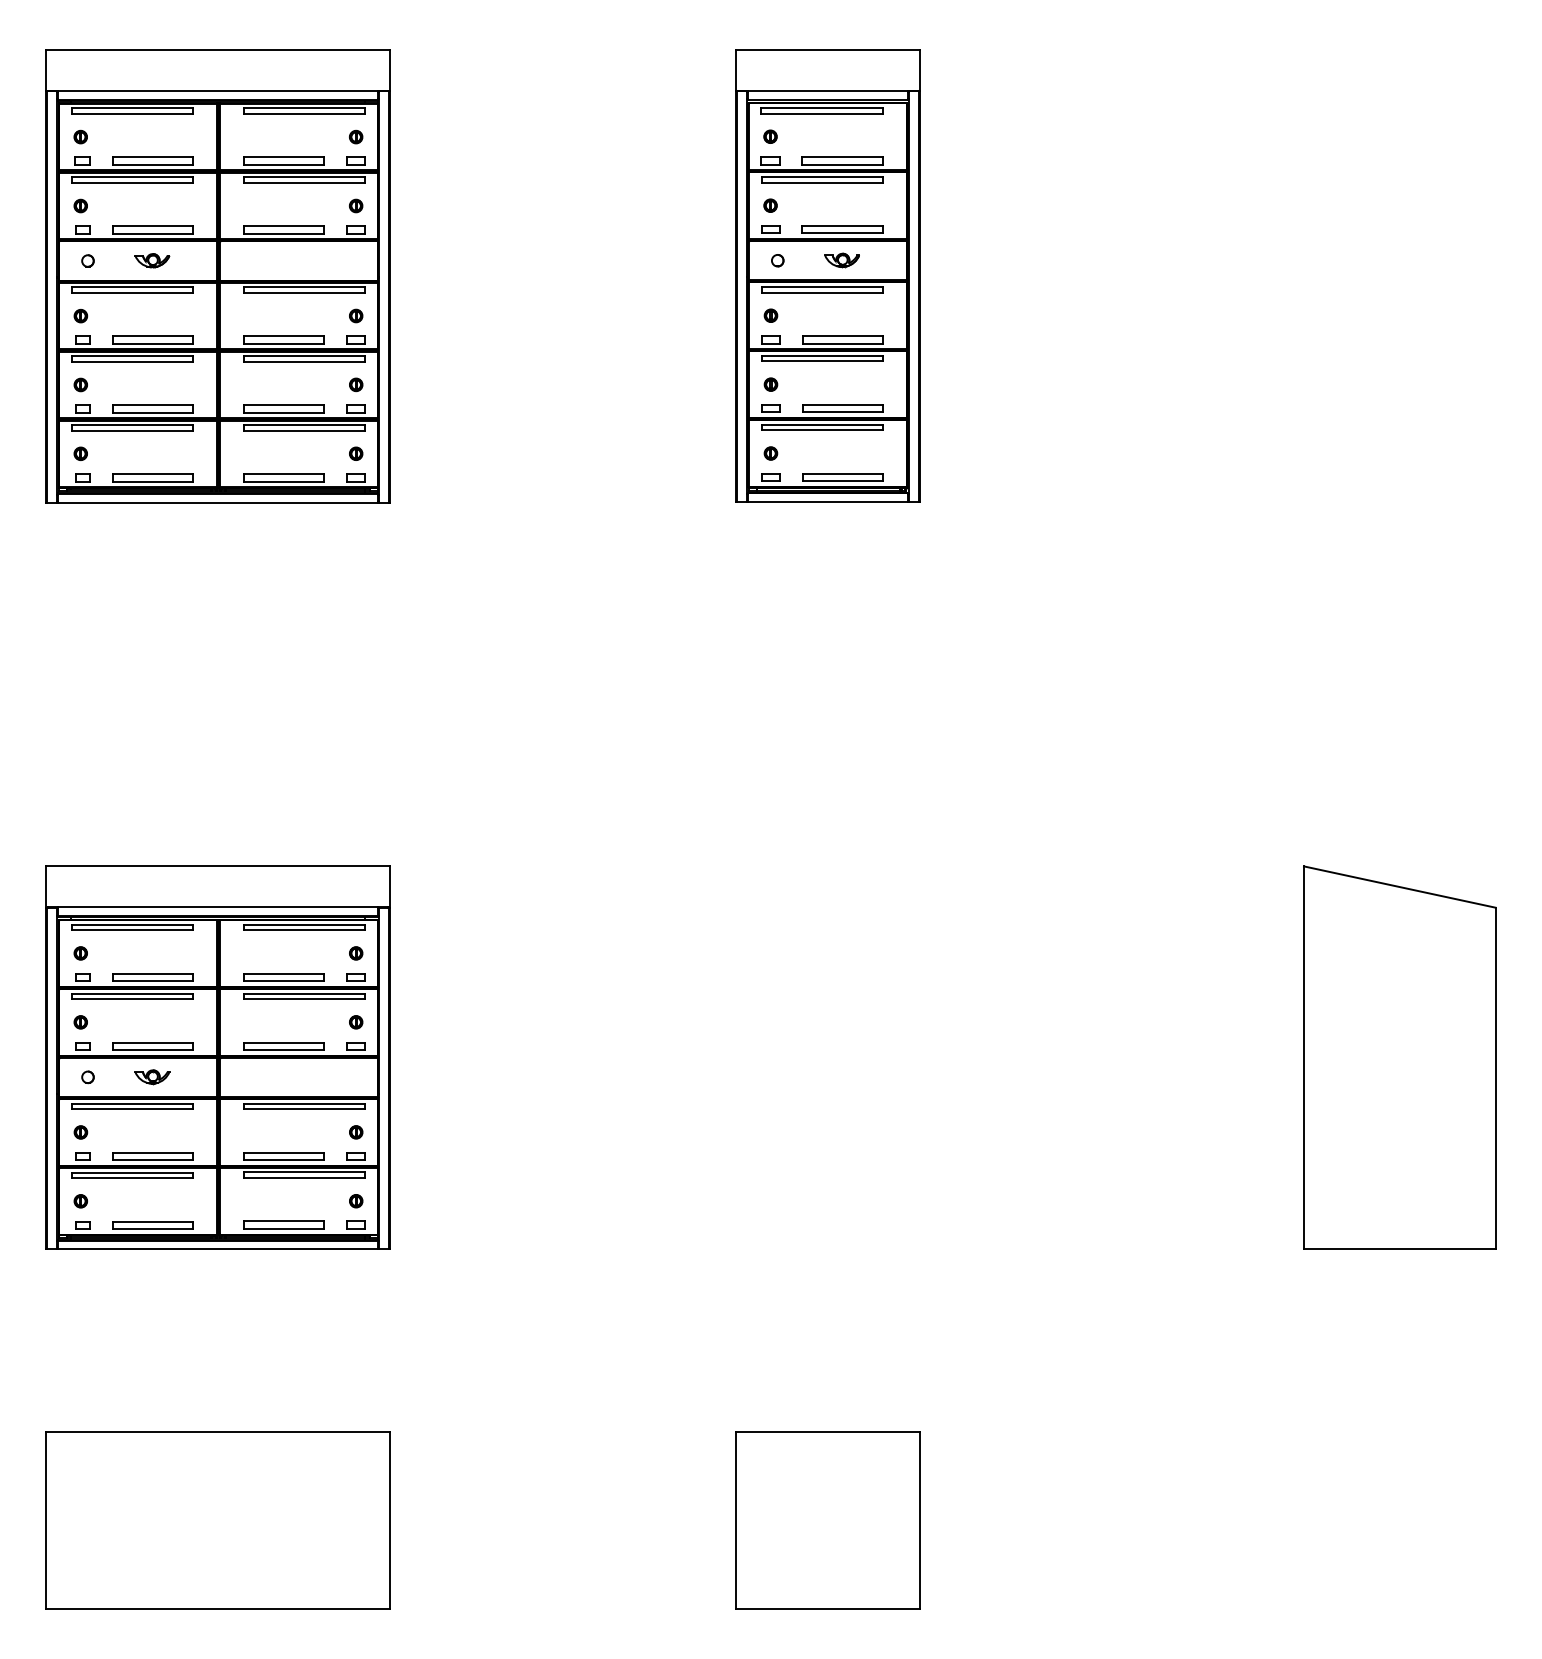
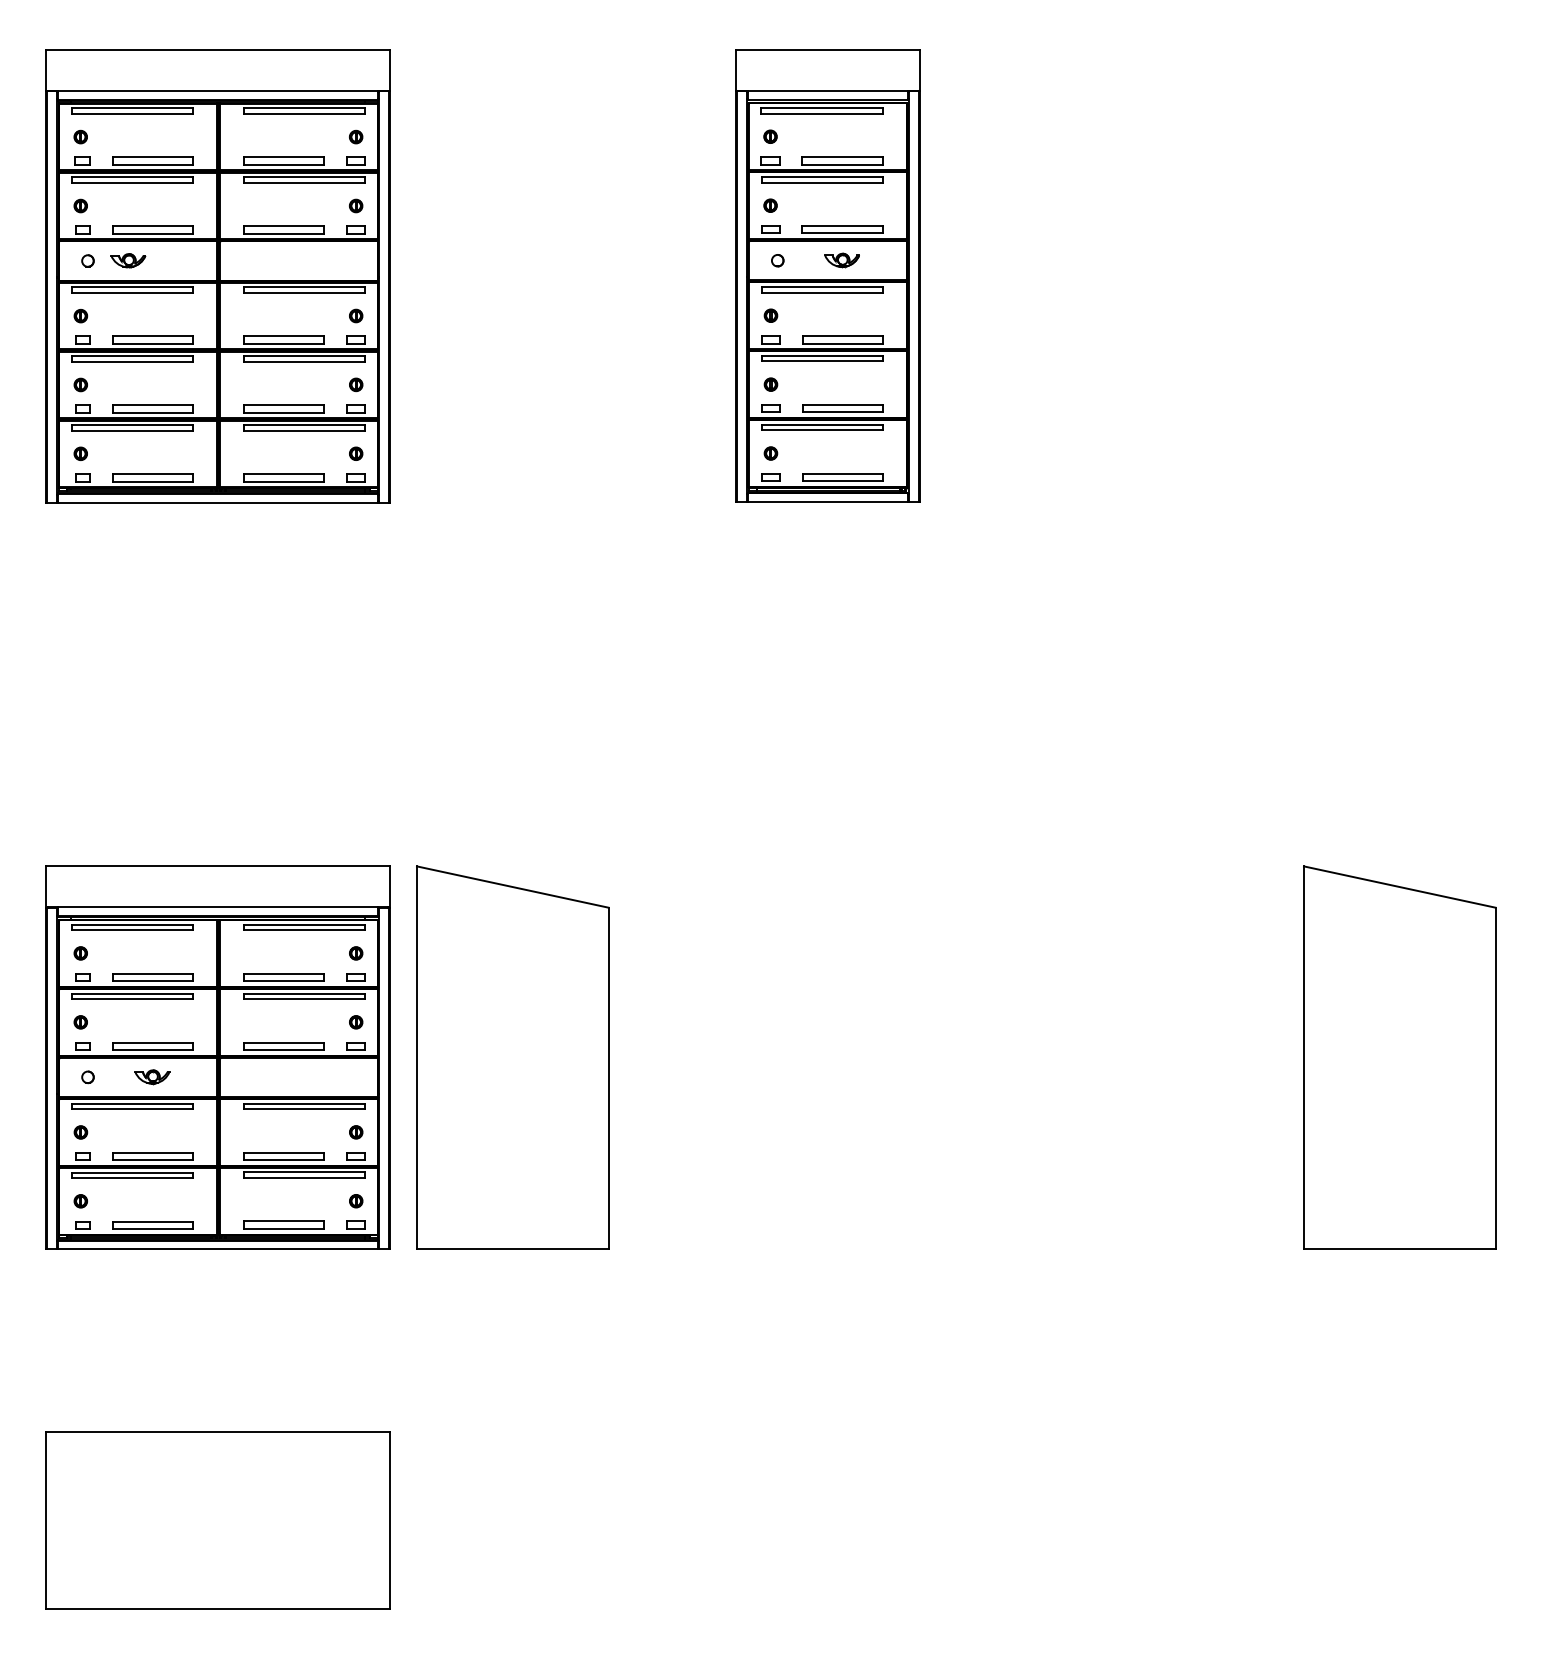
part at (152, 260) position: (152, 260) -> (128, 260)
part at (512, 1057): none -> present
part at (827, 1520): present -> none
